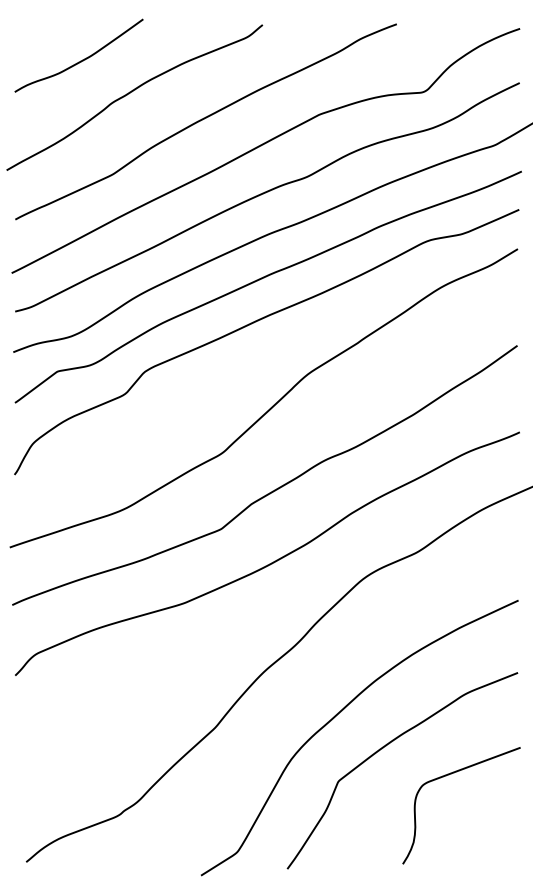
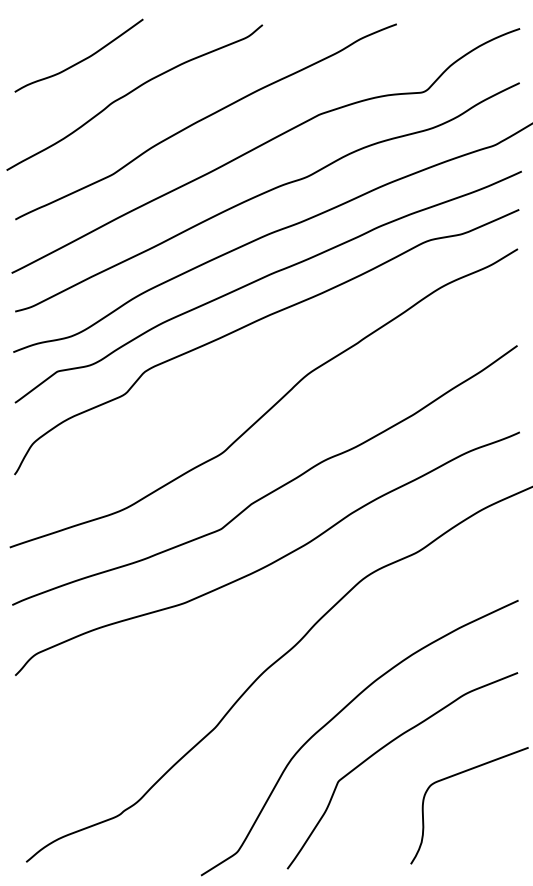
curve at (451, 774) position: (451, 774) -> (459, 774)
